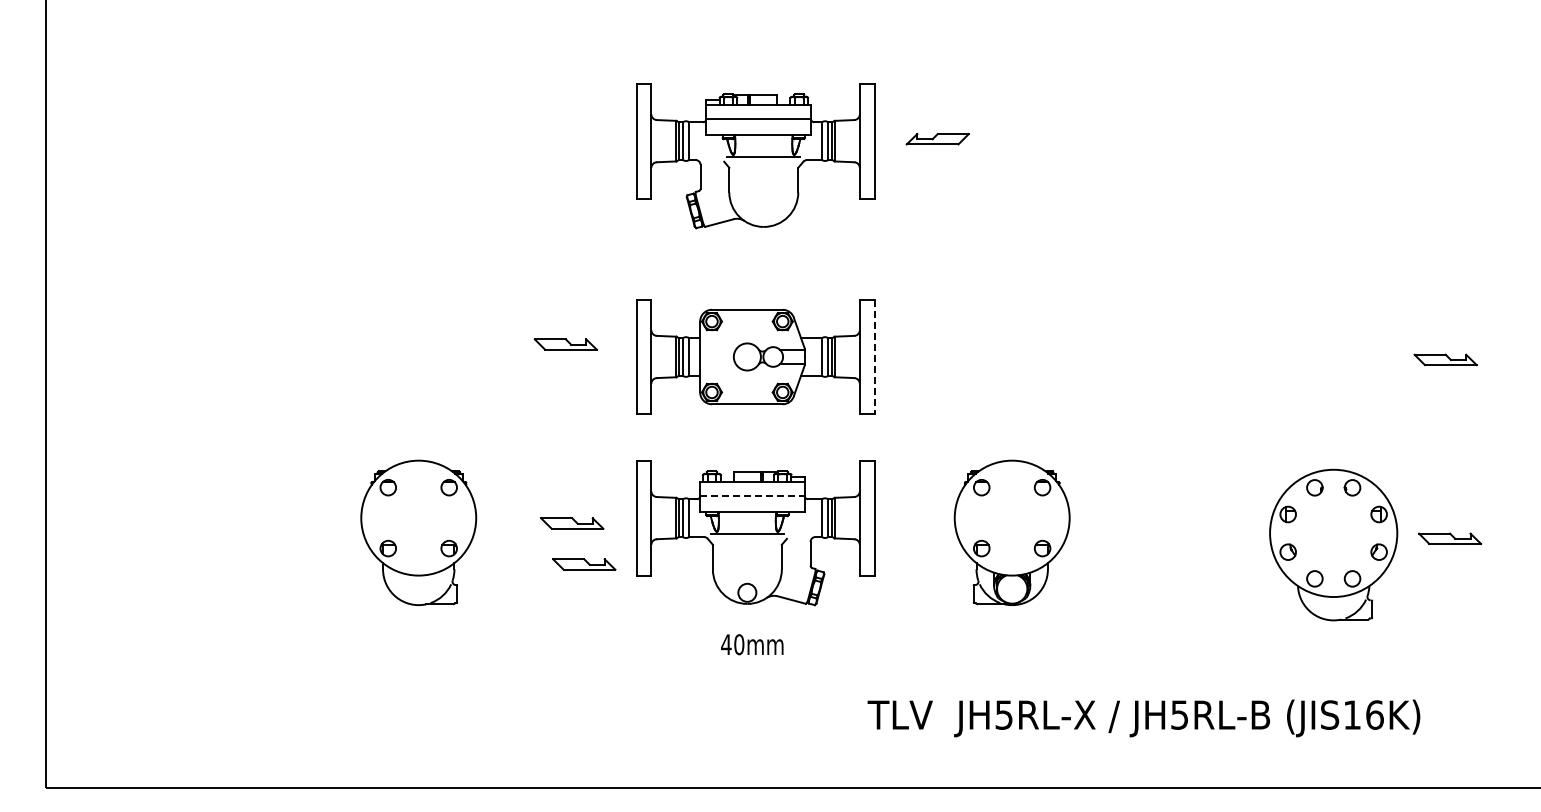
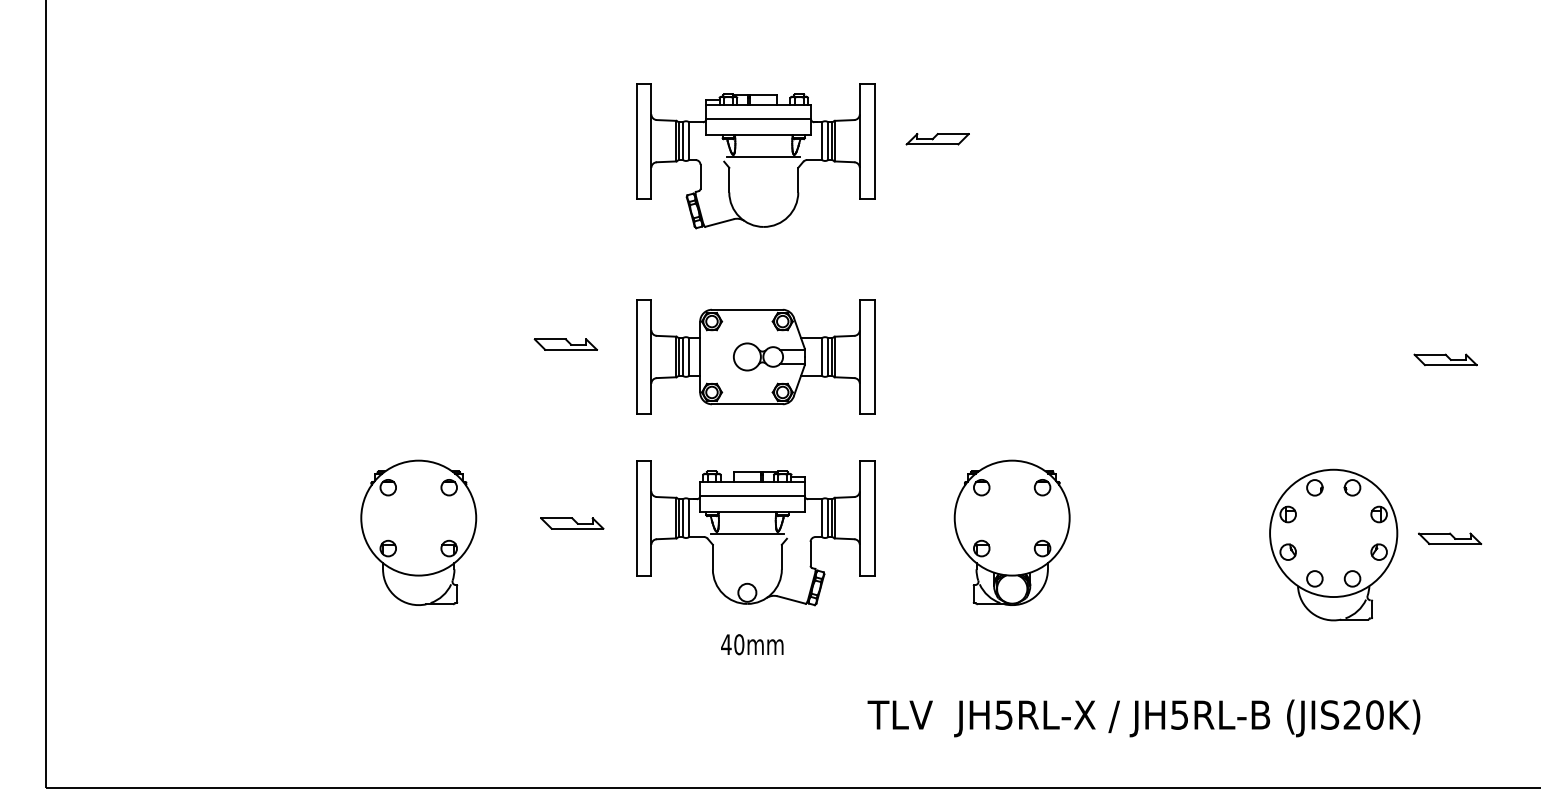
line at (874, 357): dashed -> solid
line at (753, 495): dashed -> solid
part at (584, 564): present -> none
text at (1363, 714): (JIS16K) -> (JIS20K)
